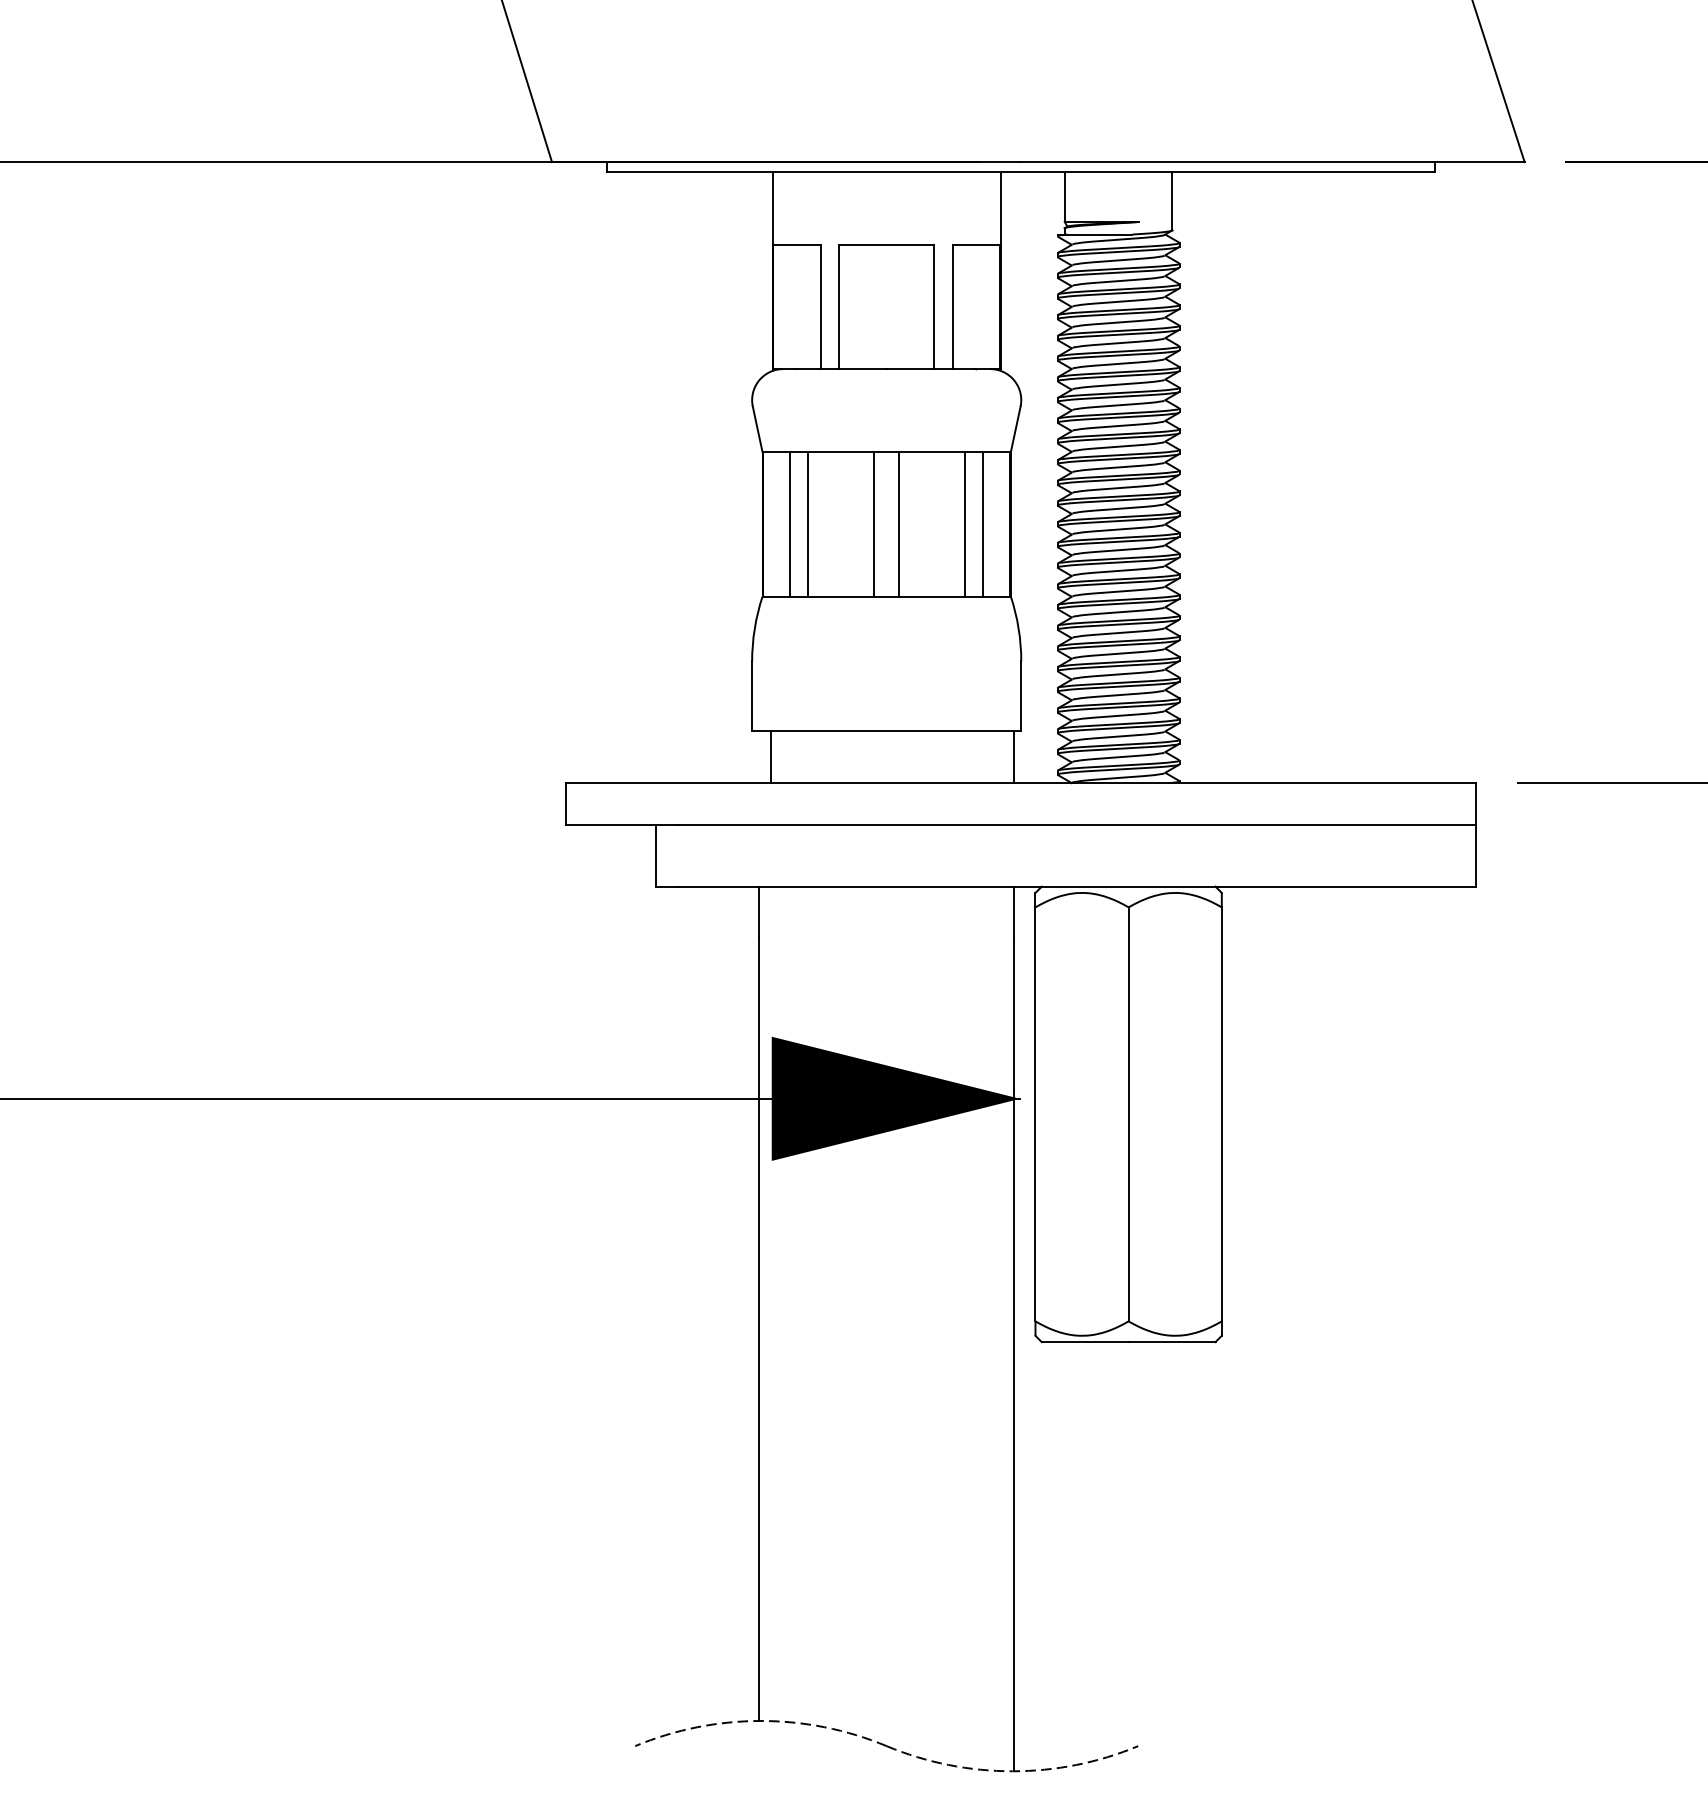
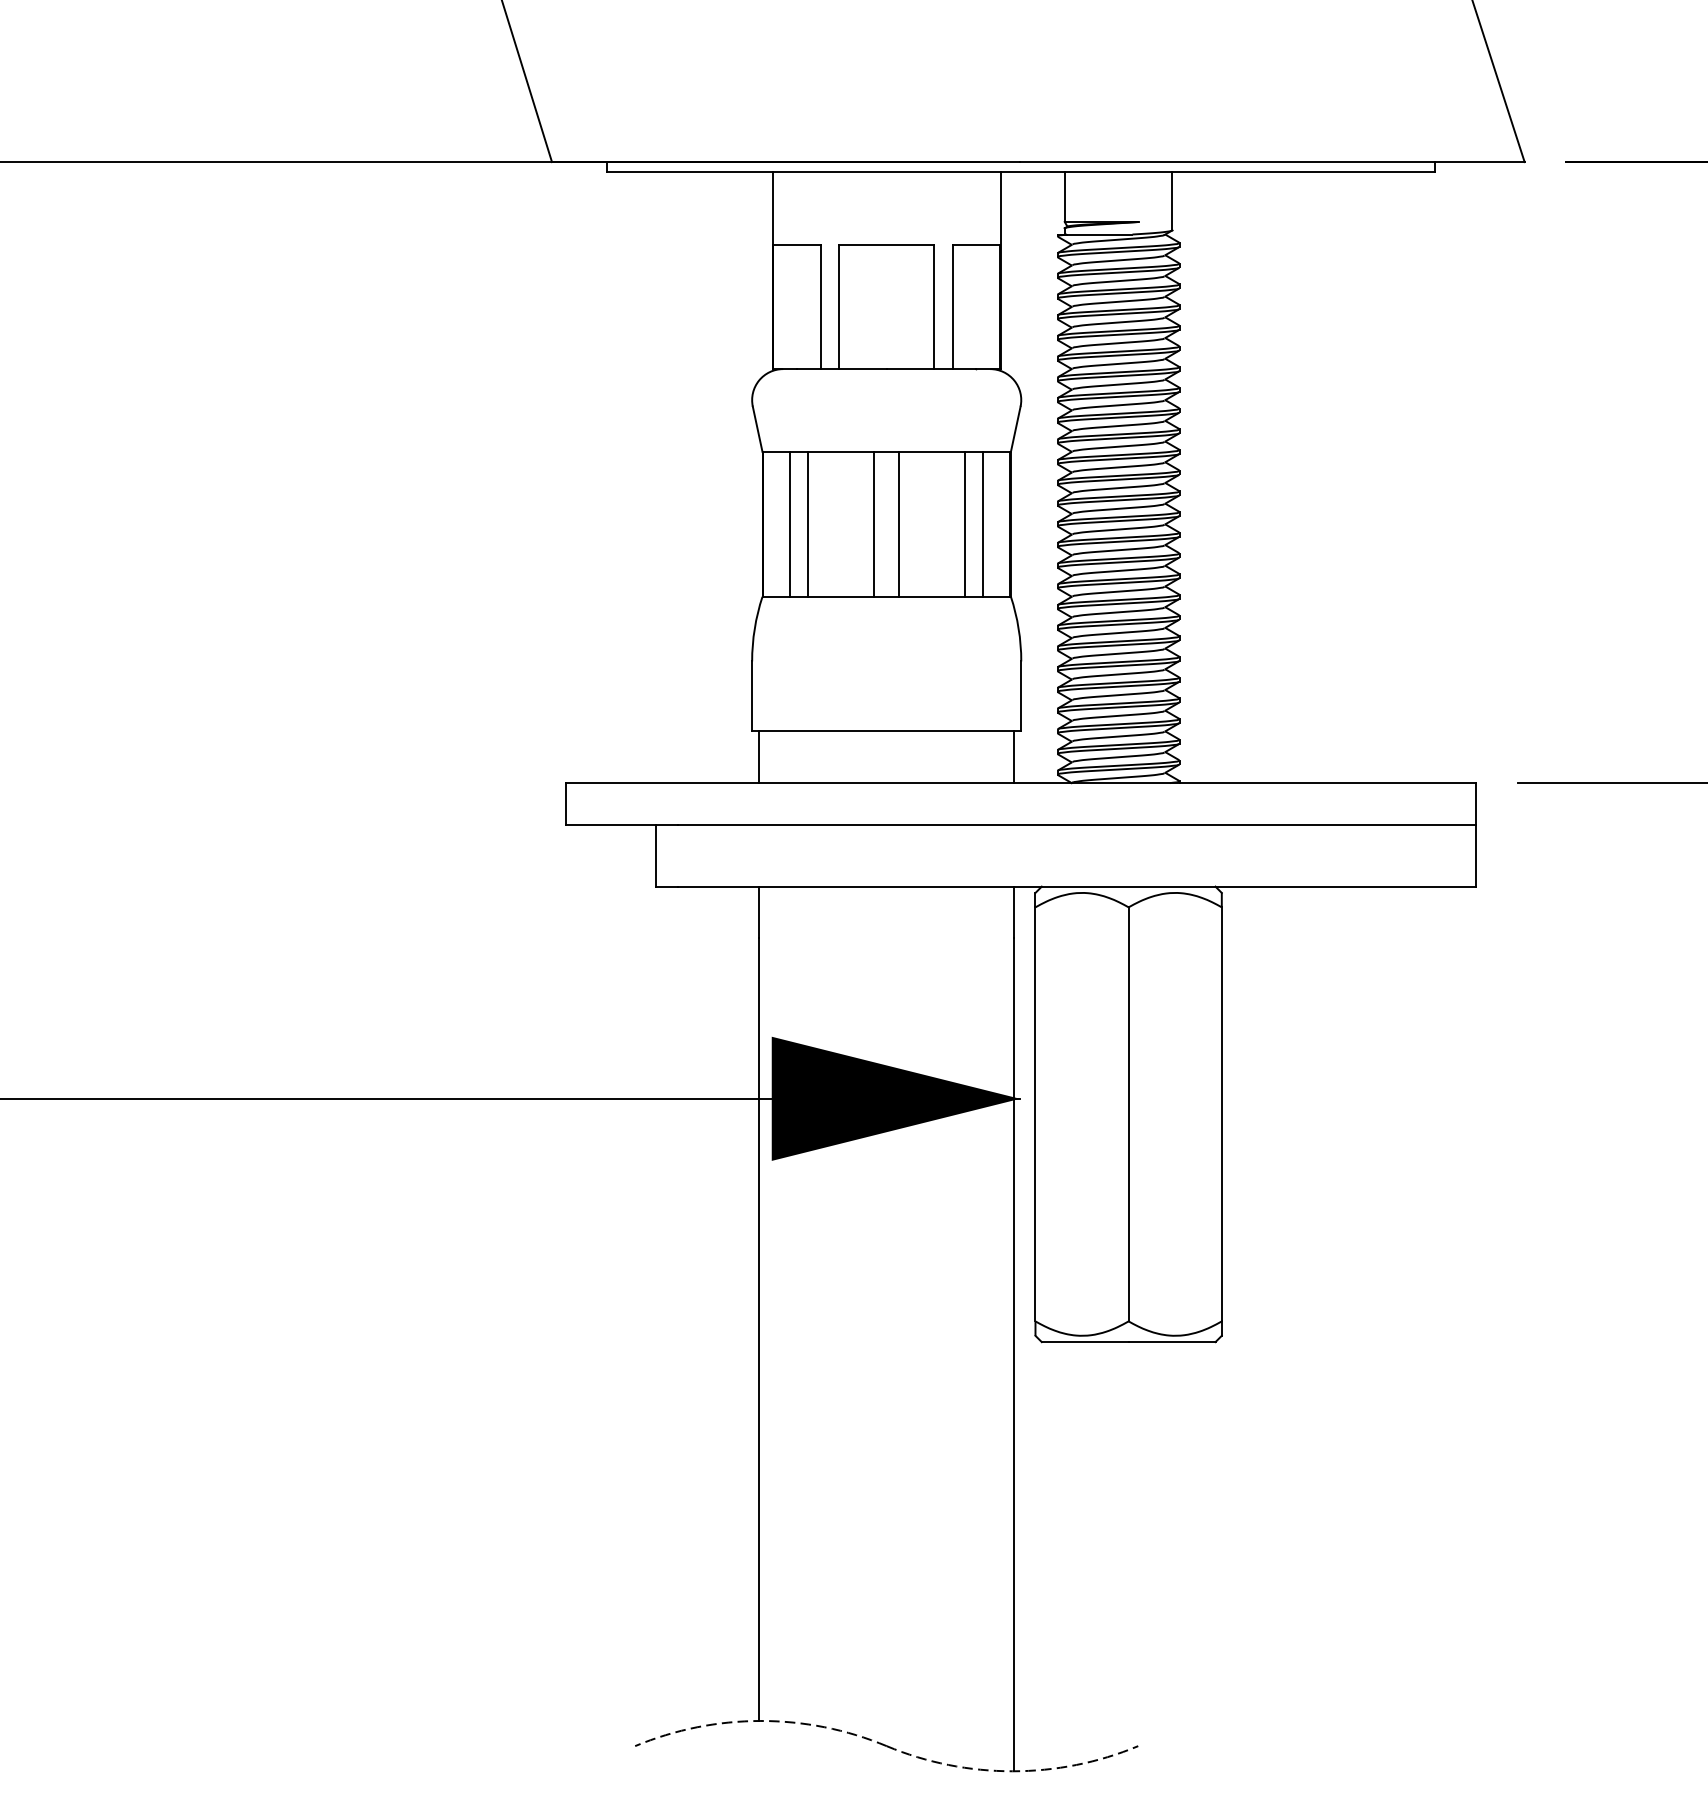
line at (771, 757) position: (771, 757) -> (759, 757)
